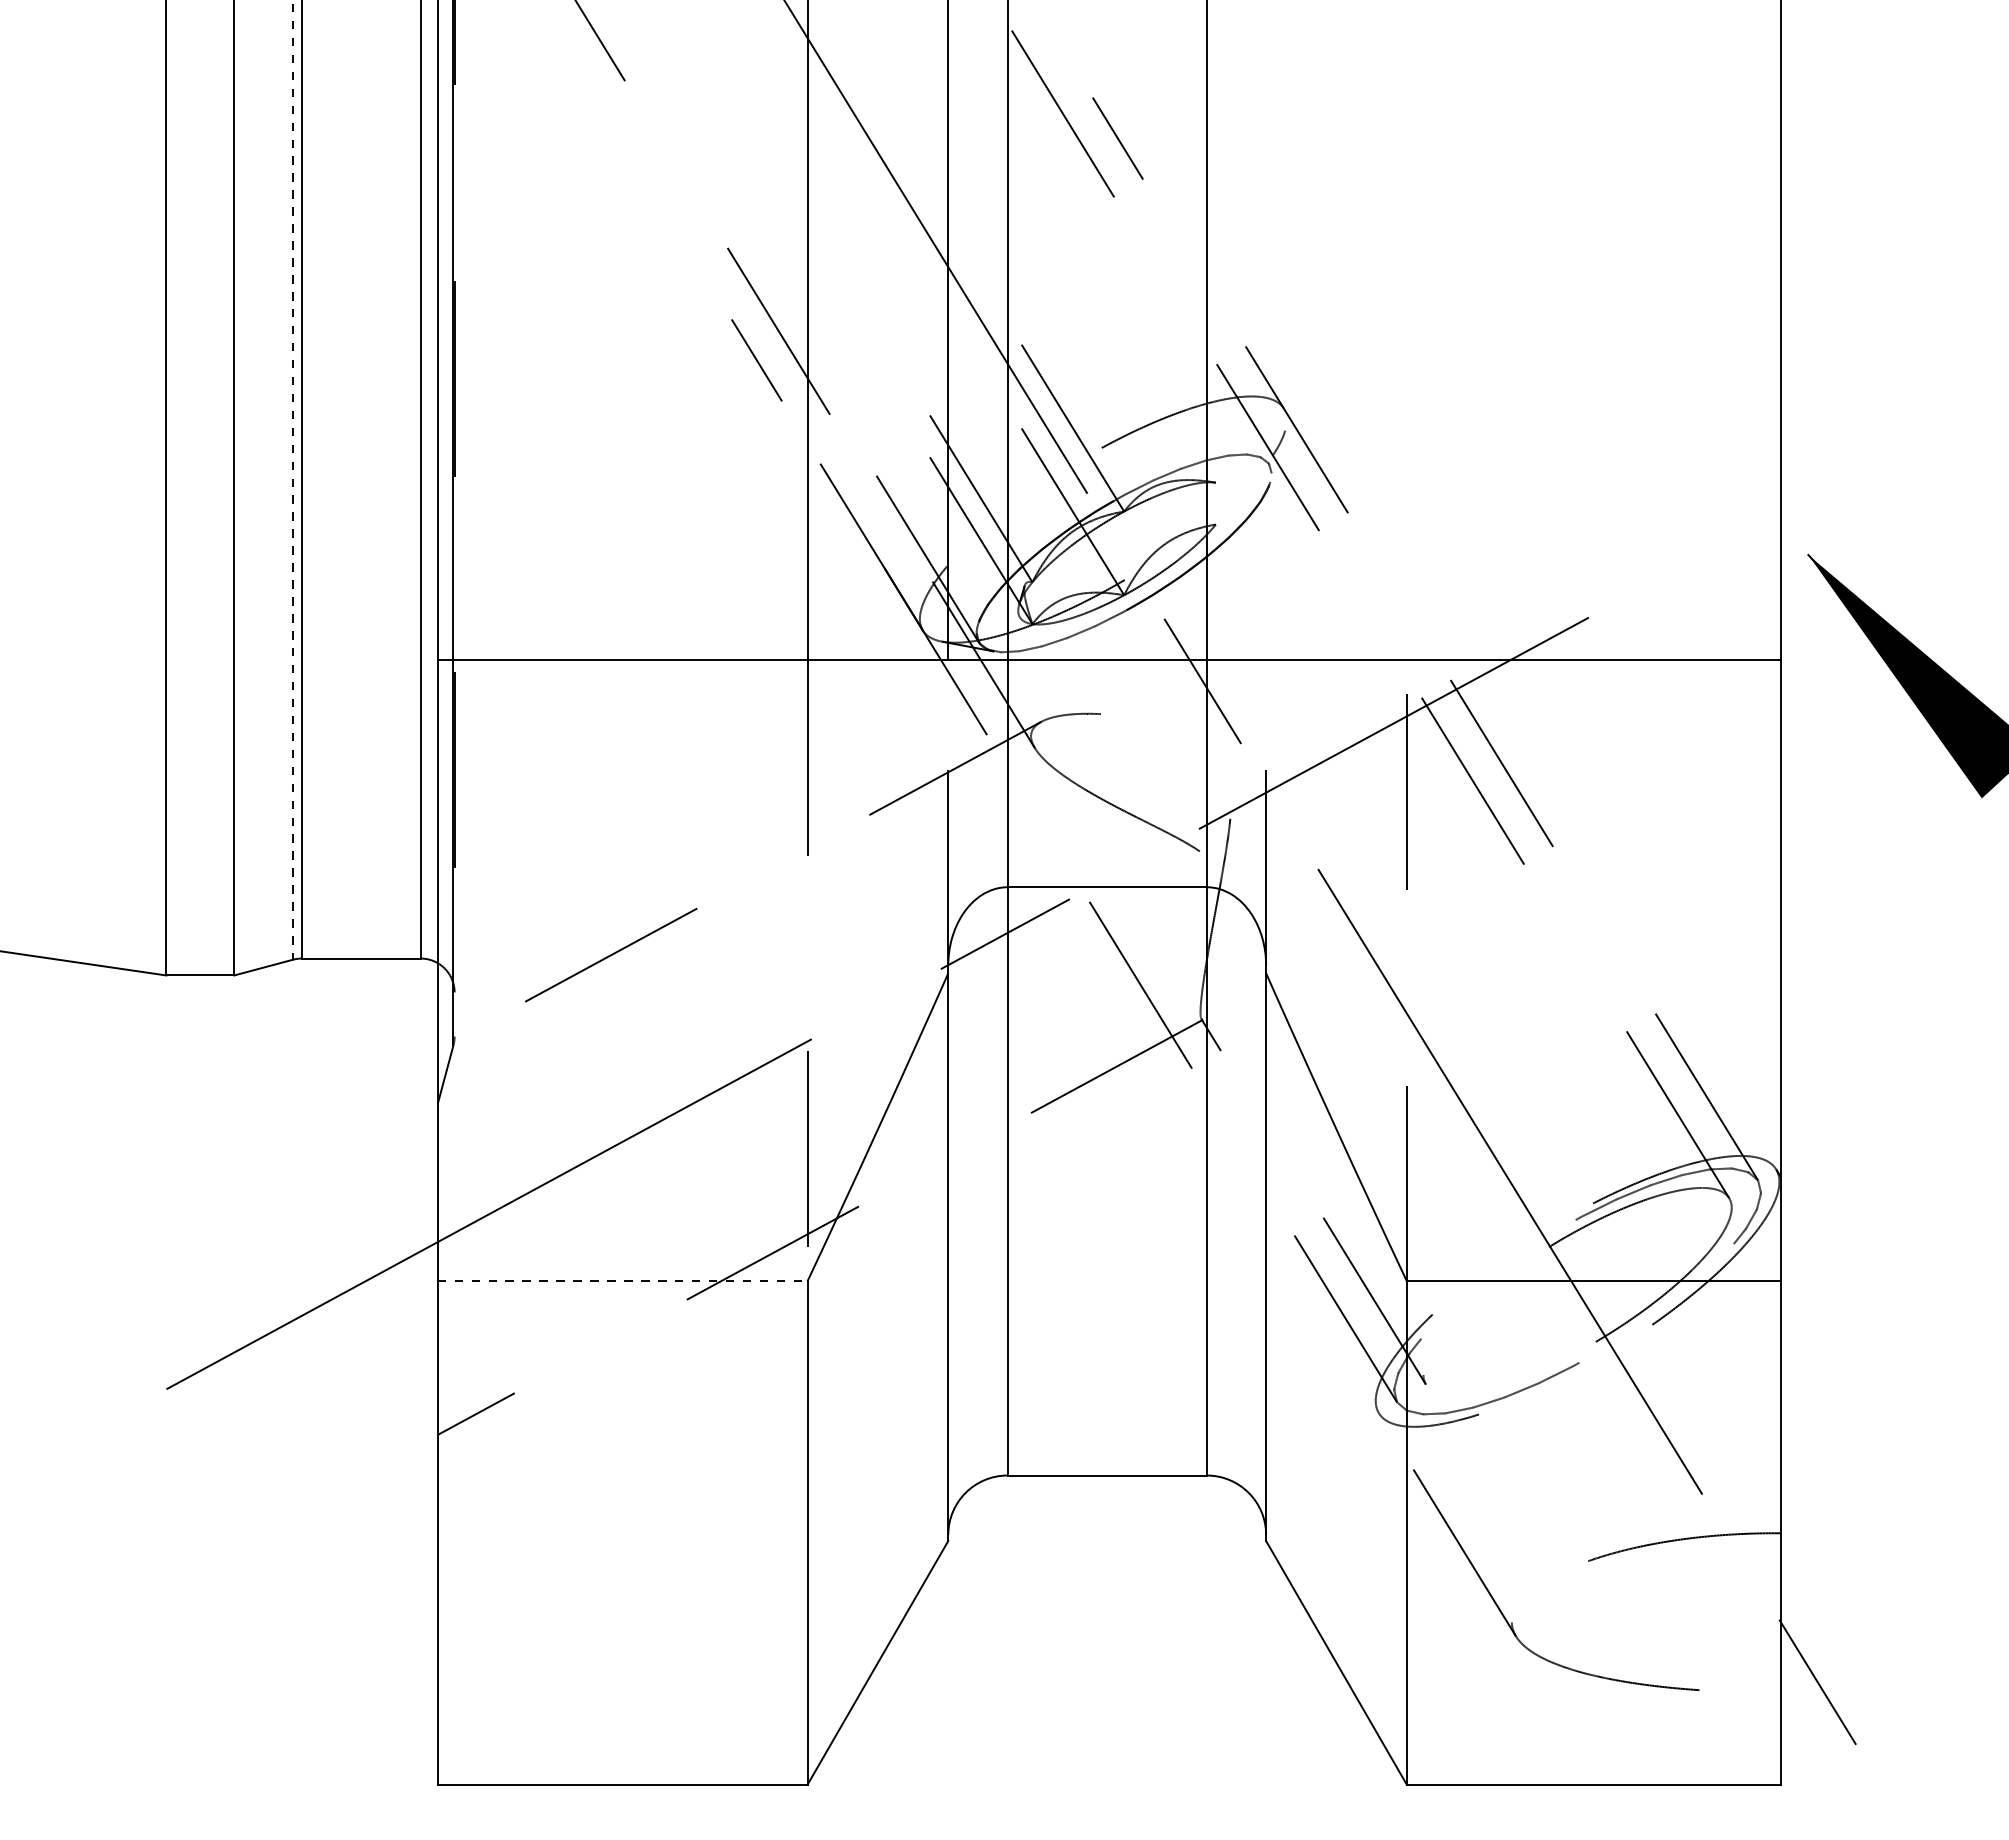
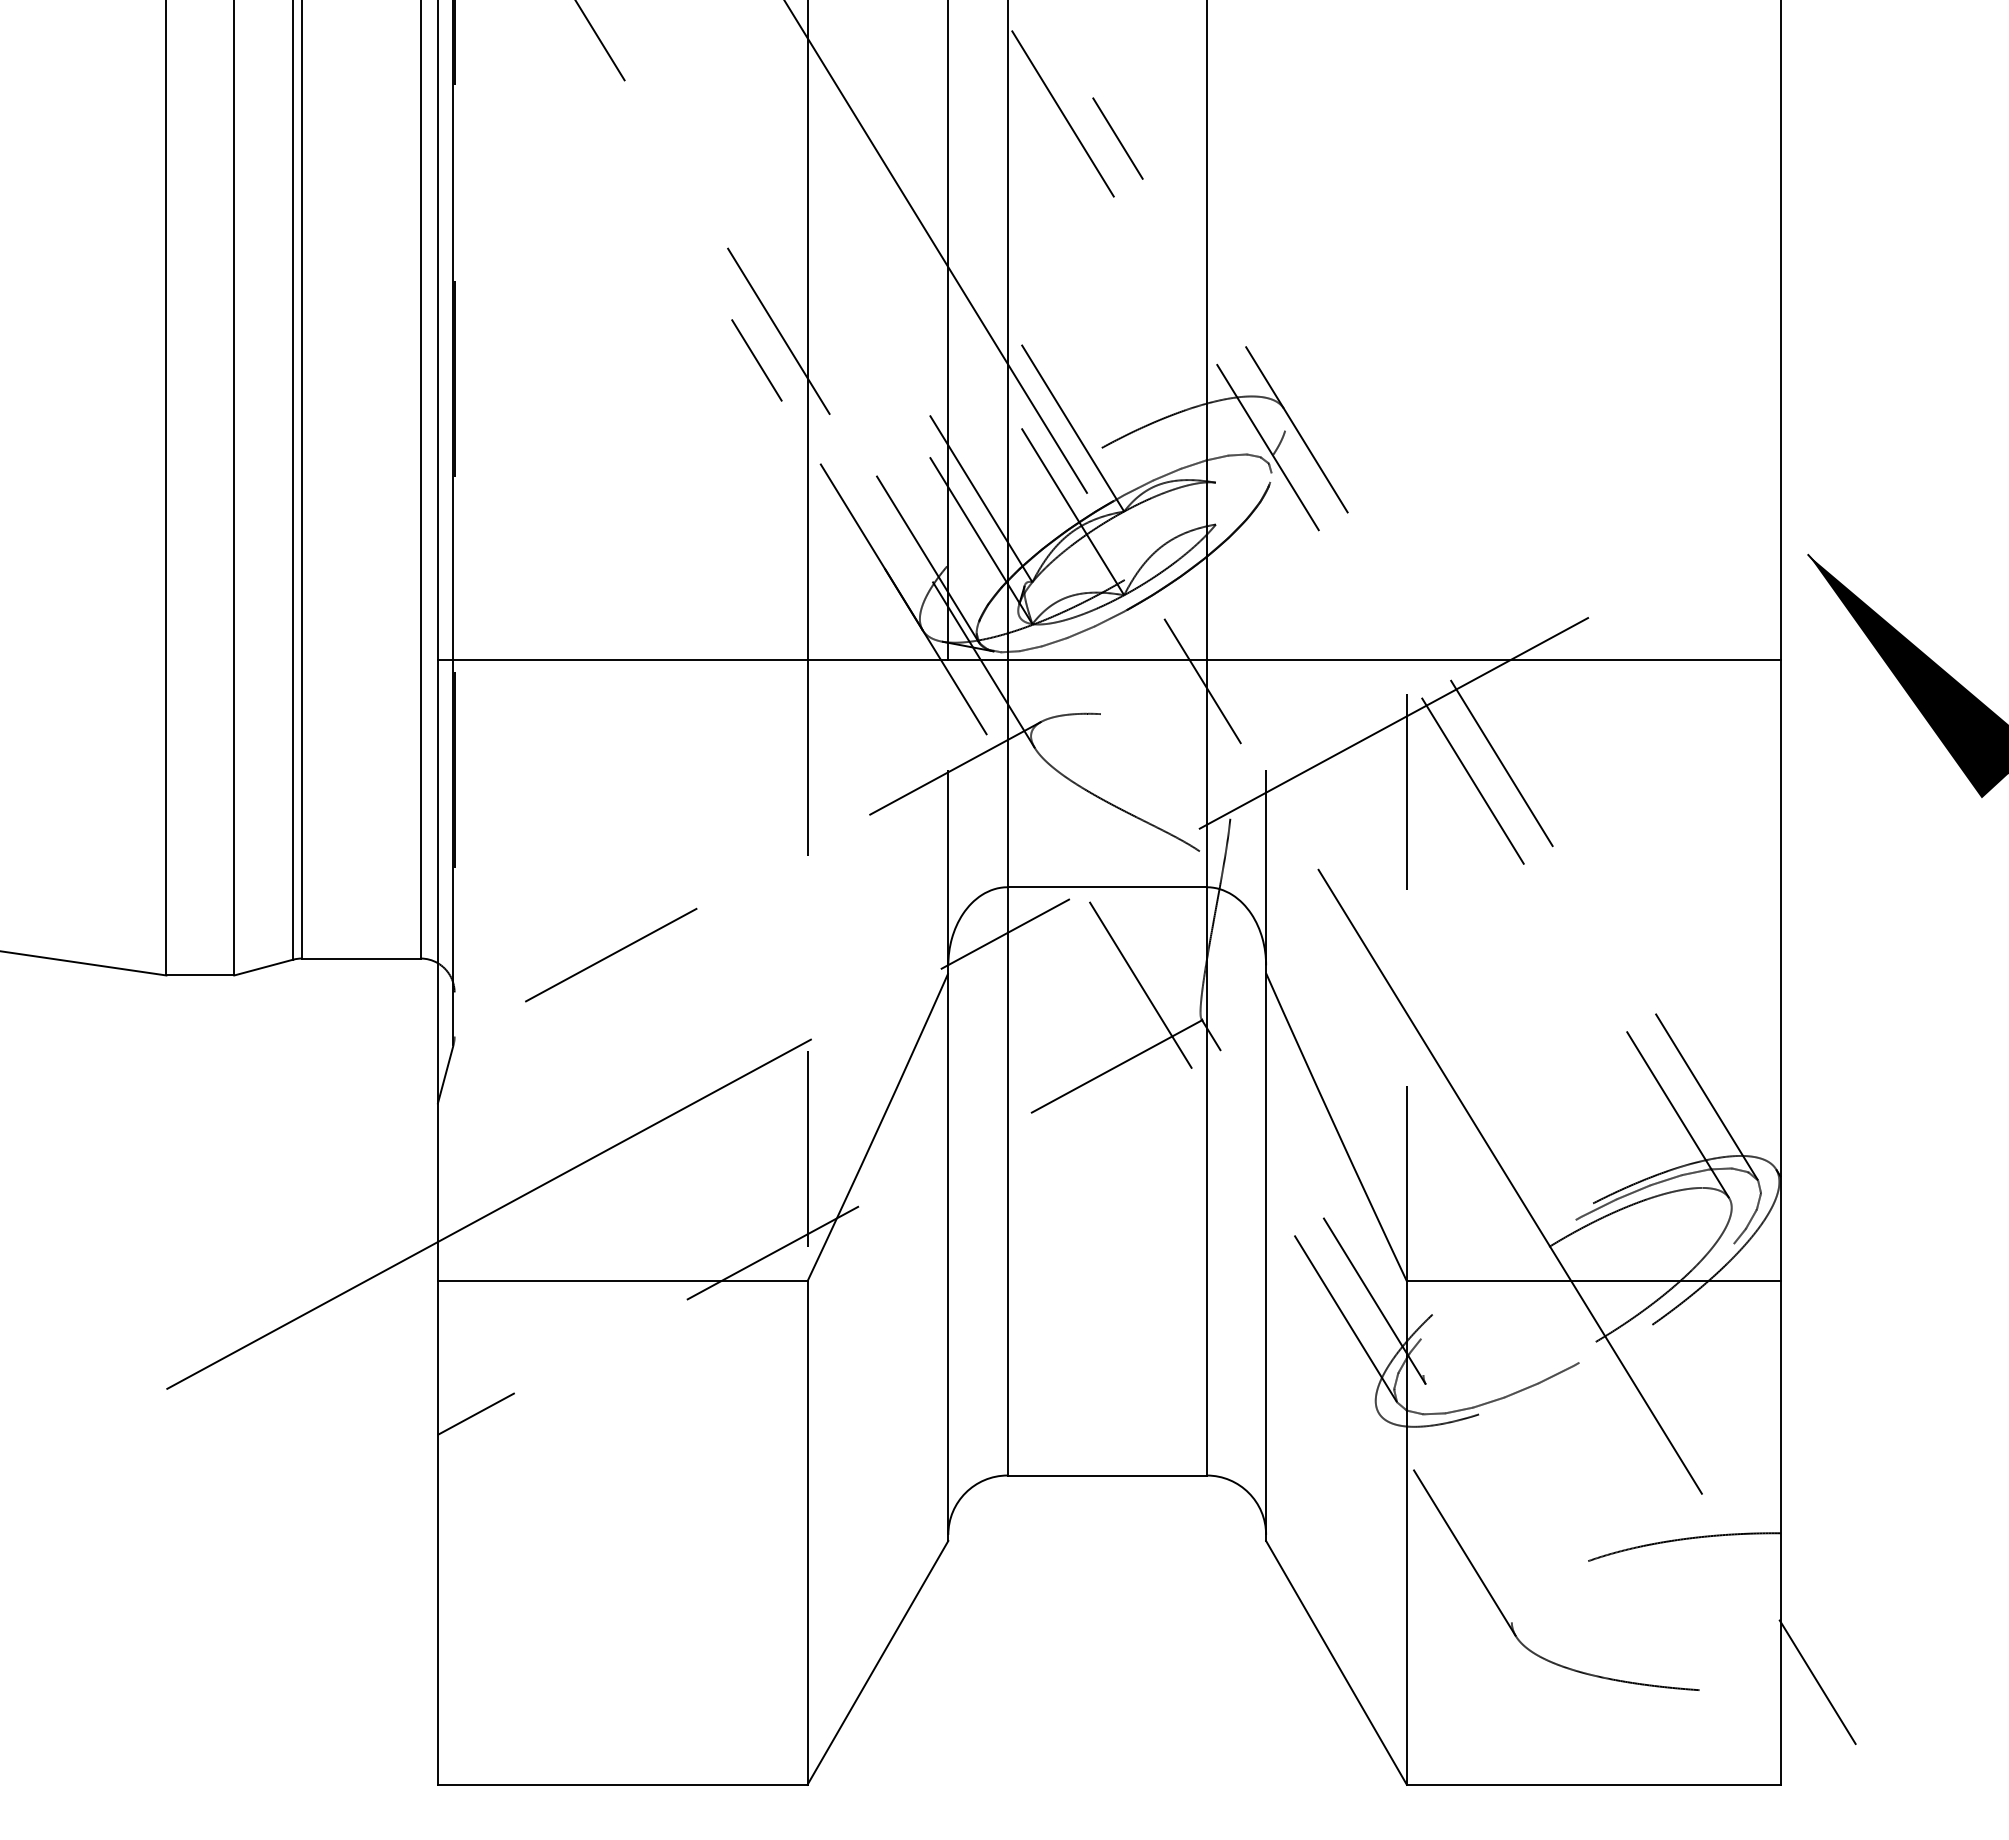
line at (293, 480): dashed -> solid
line at (622, 1281): dashed -> solid
